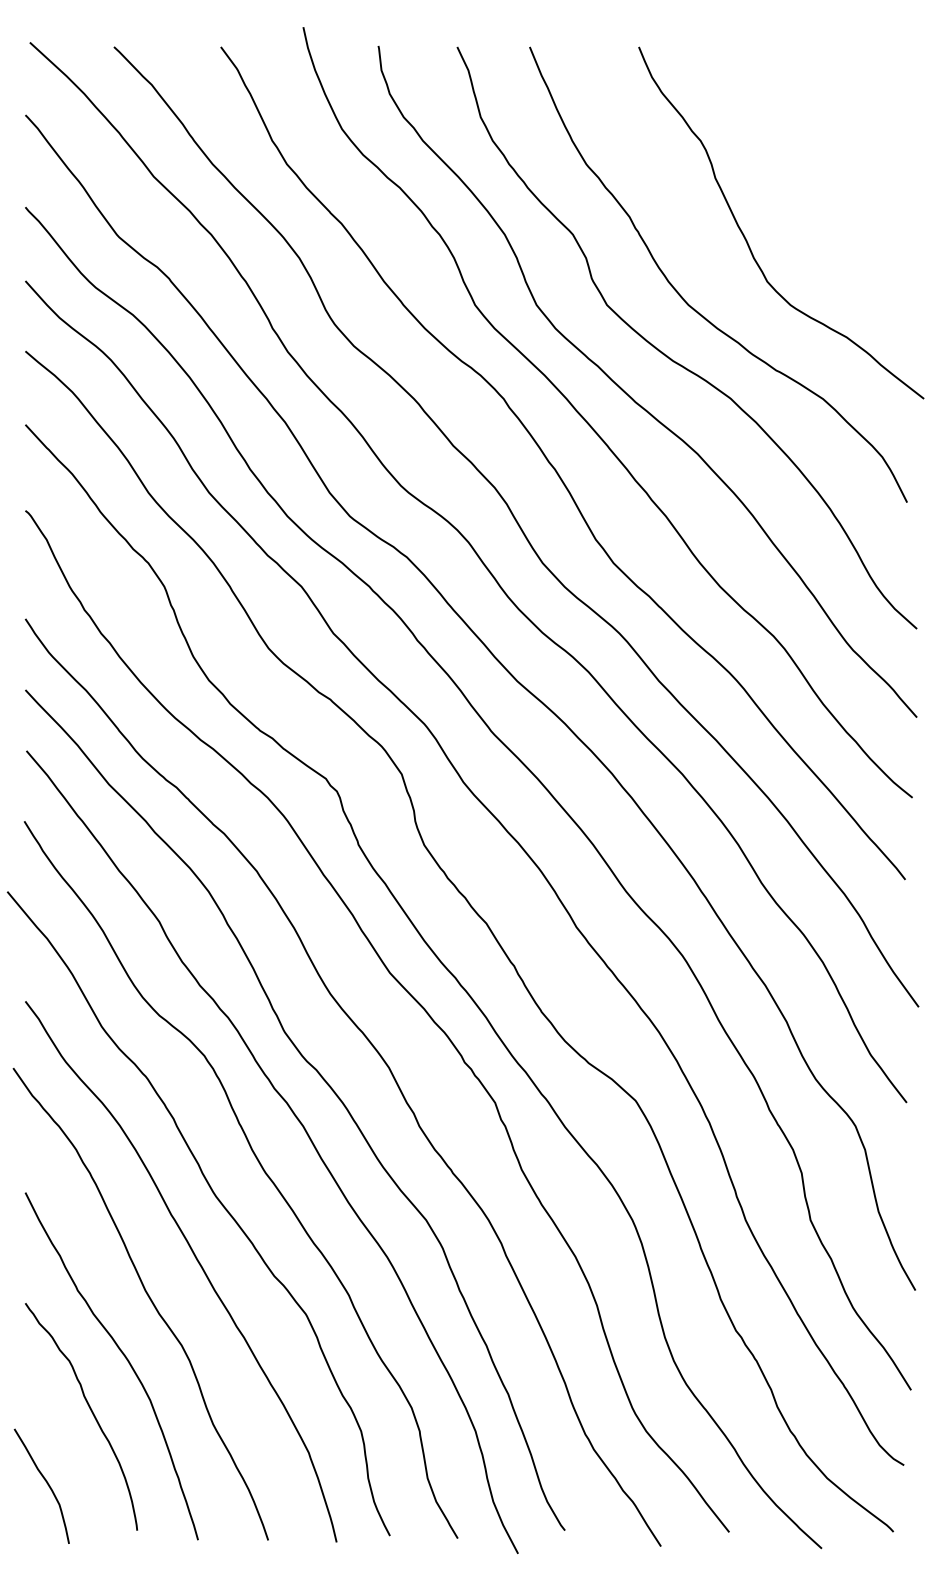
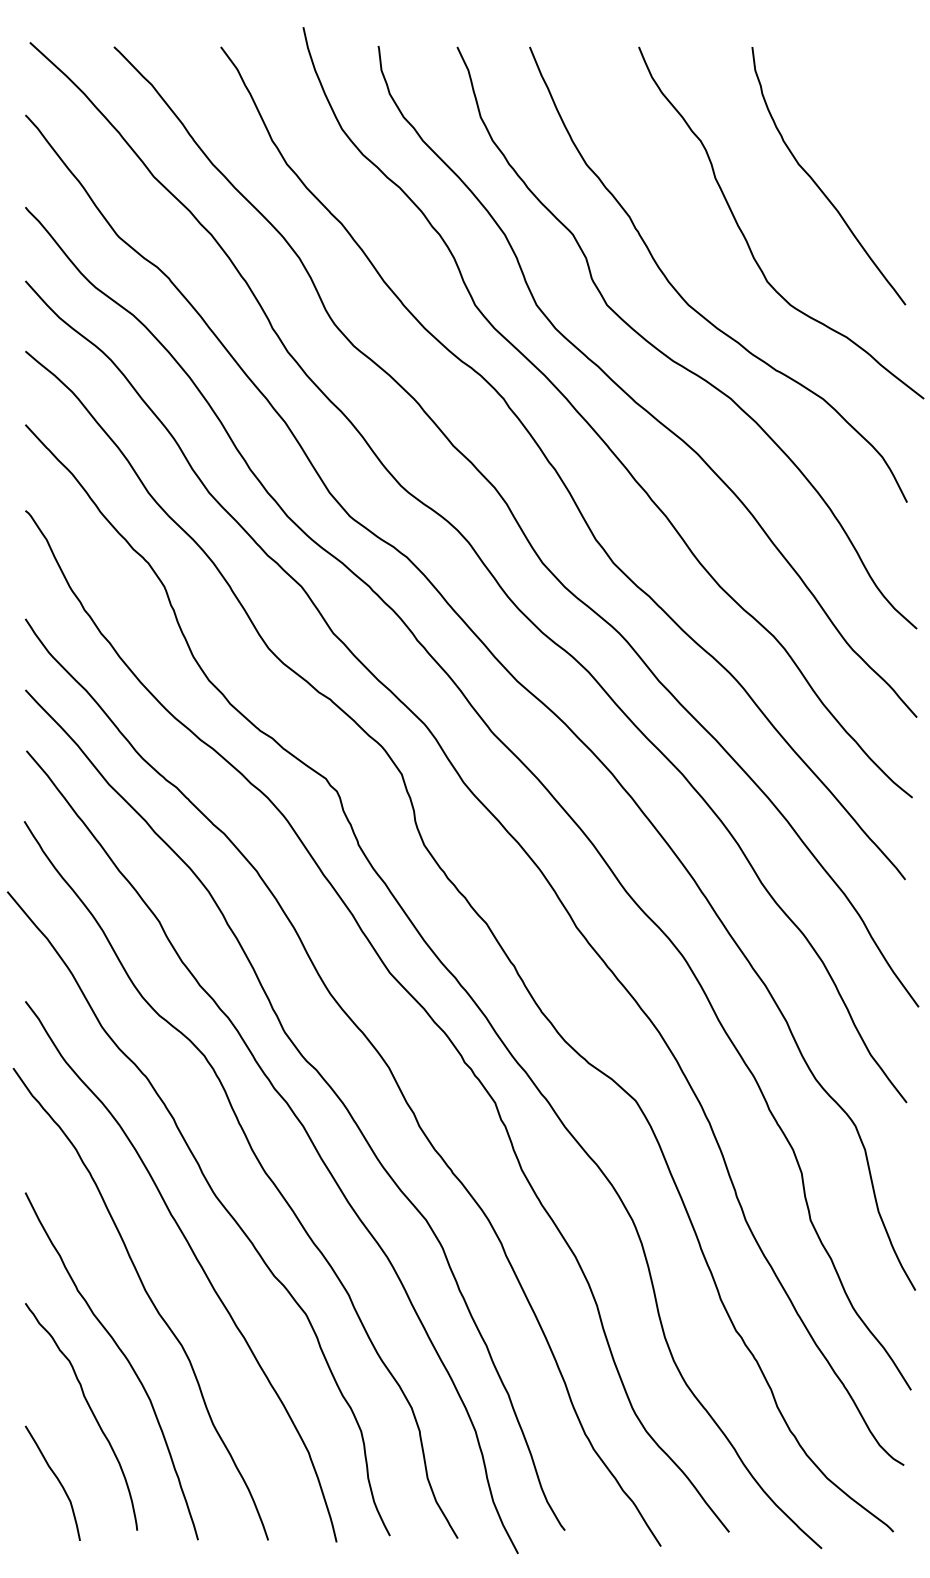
curve at (818, 185): none -> present
curve at (46, 1483) position: (46, 1483) -> (57, 1480)
